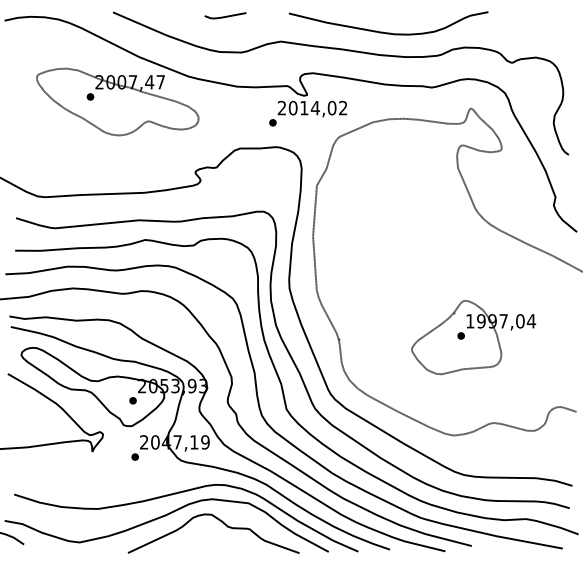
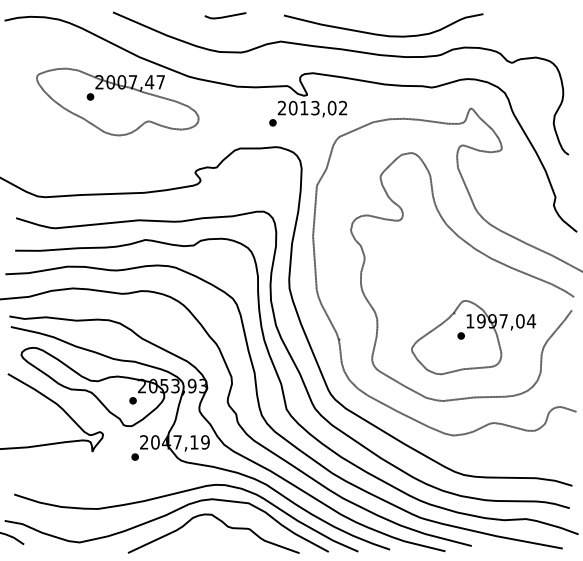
curve at (388, 32) position: (388, 32) -> (383, 34)
text at (314, 107): 2014,02 -> 2013,02
part at (475, 250): none -> present
